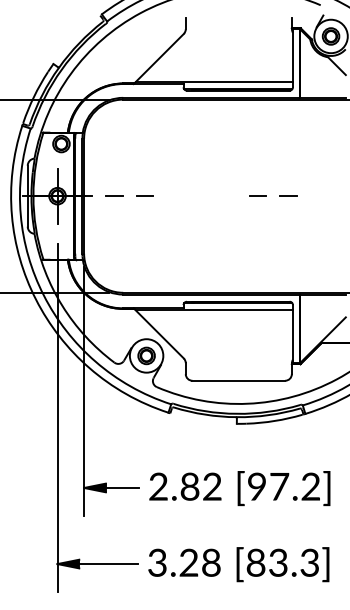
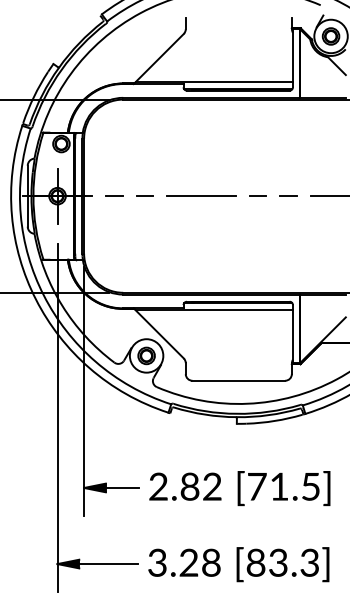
line at (201, 196): none -> present
line at (328, 196): none -> present
text at (283, 486): [97.2] -> [71.5]
